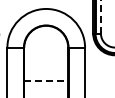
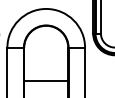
line at (100, 16): dashed -> solid
line at (46, 80): dashed -> solid
